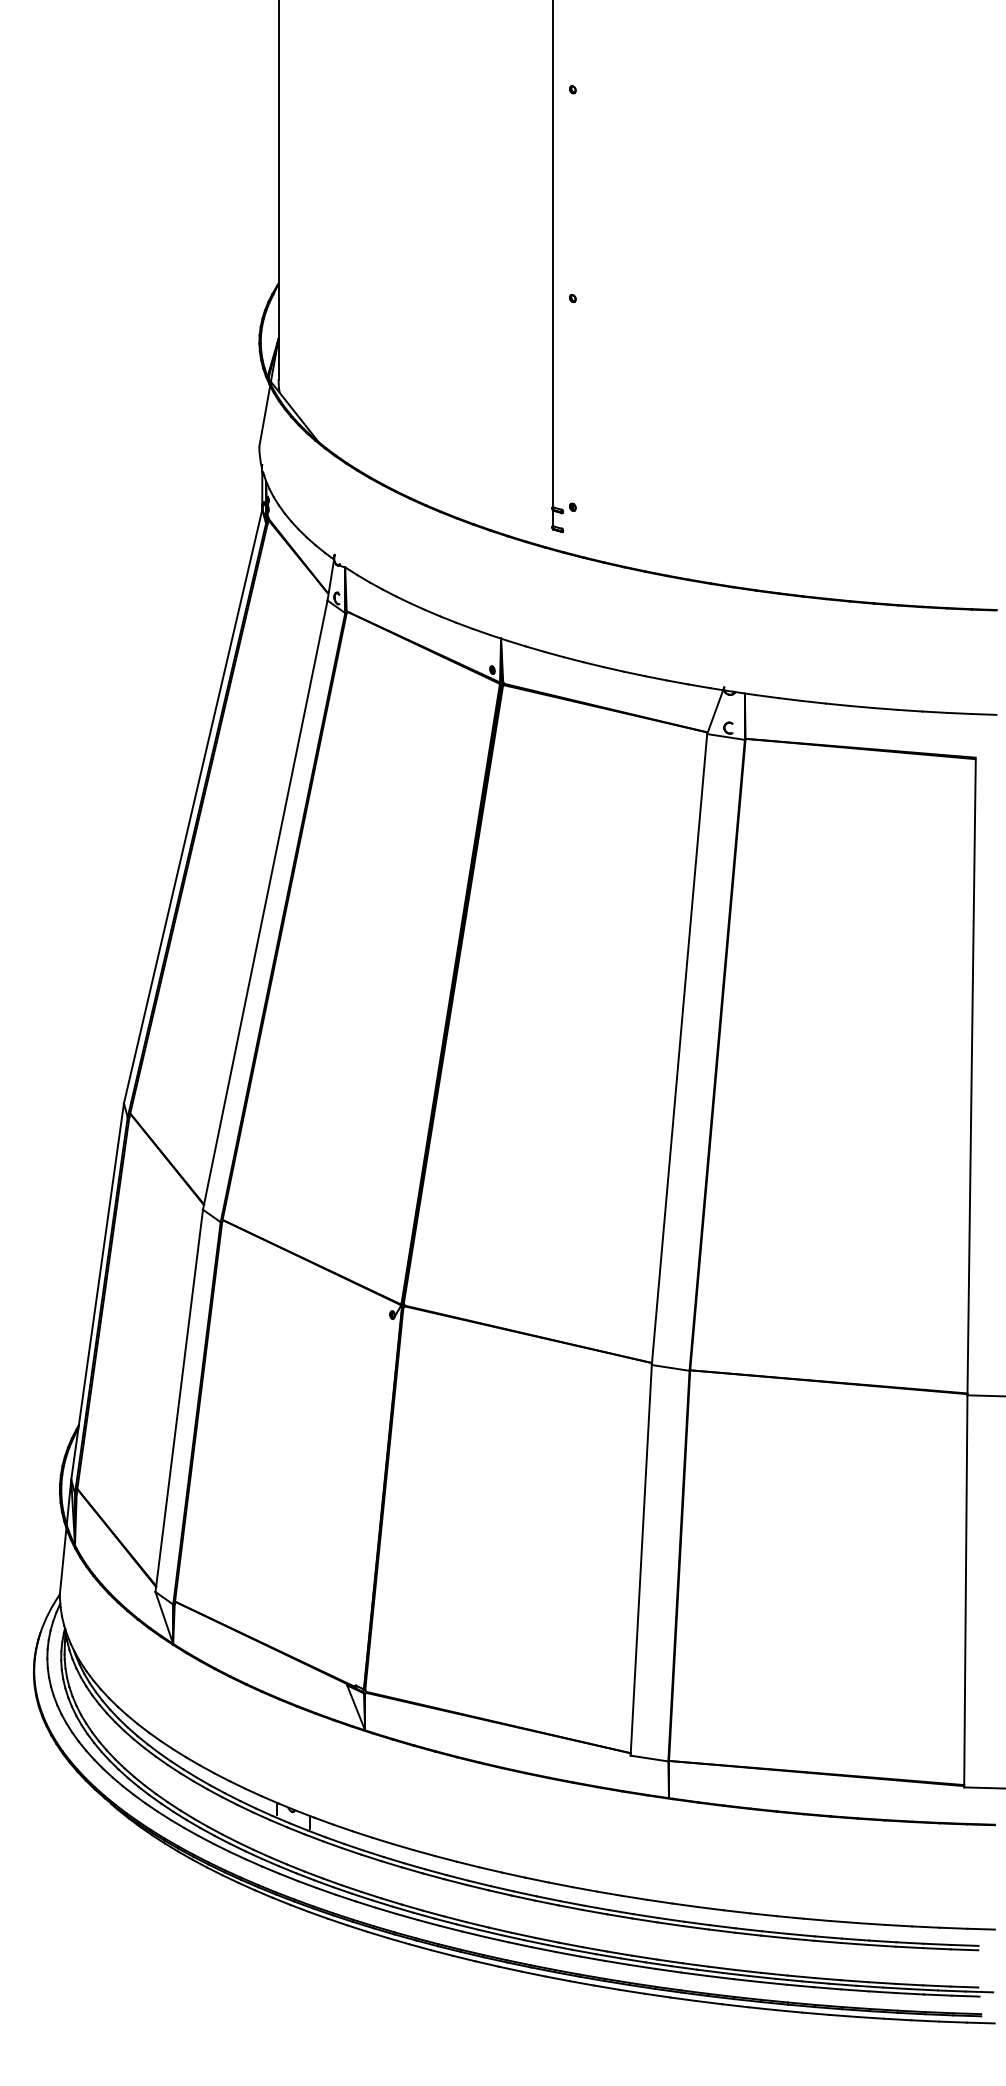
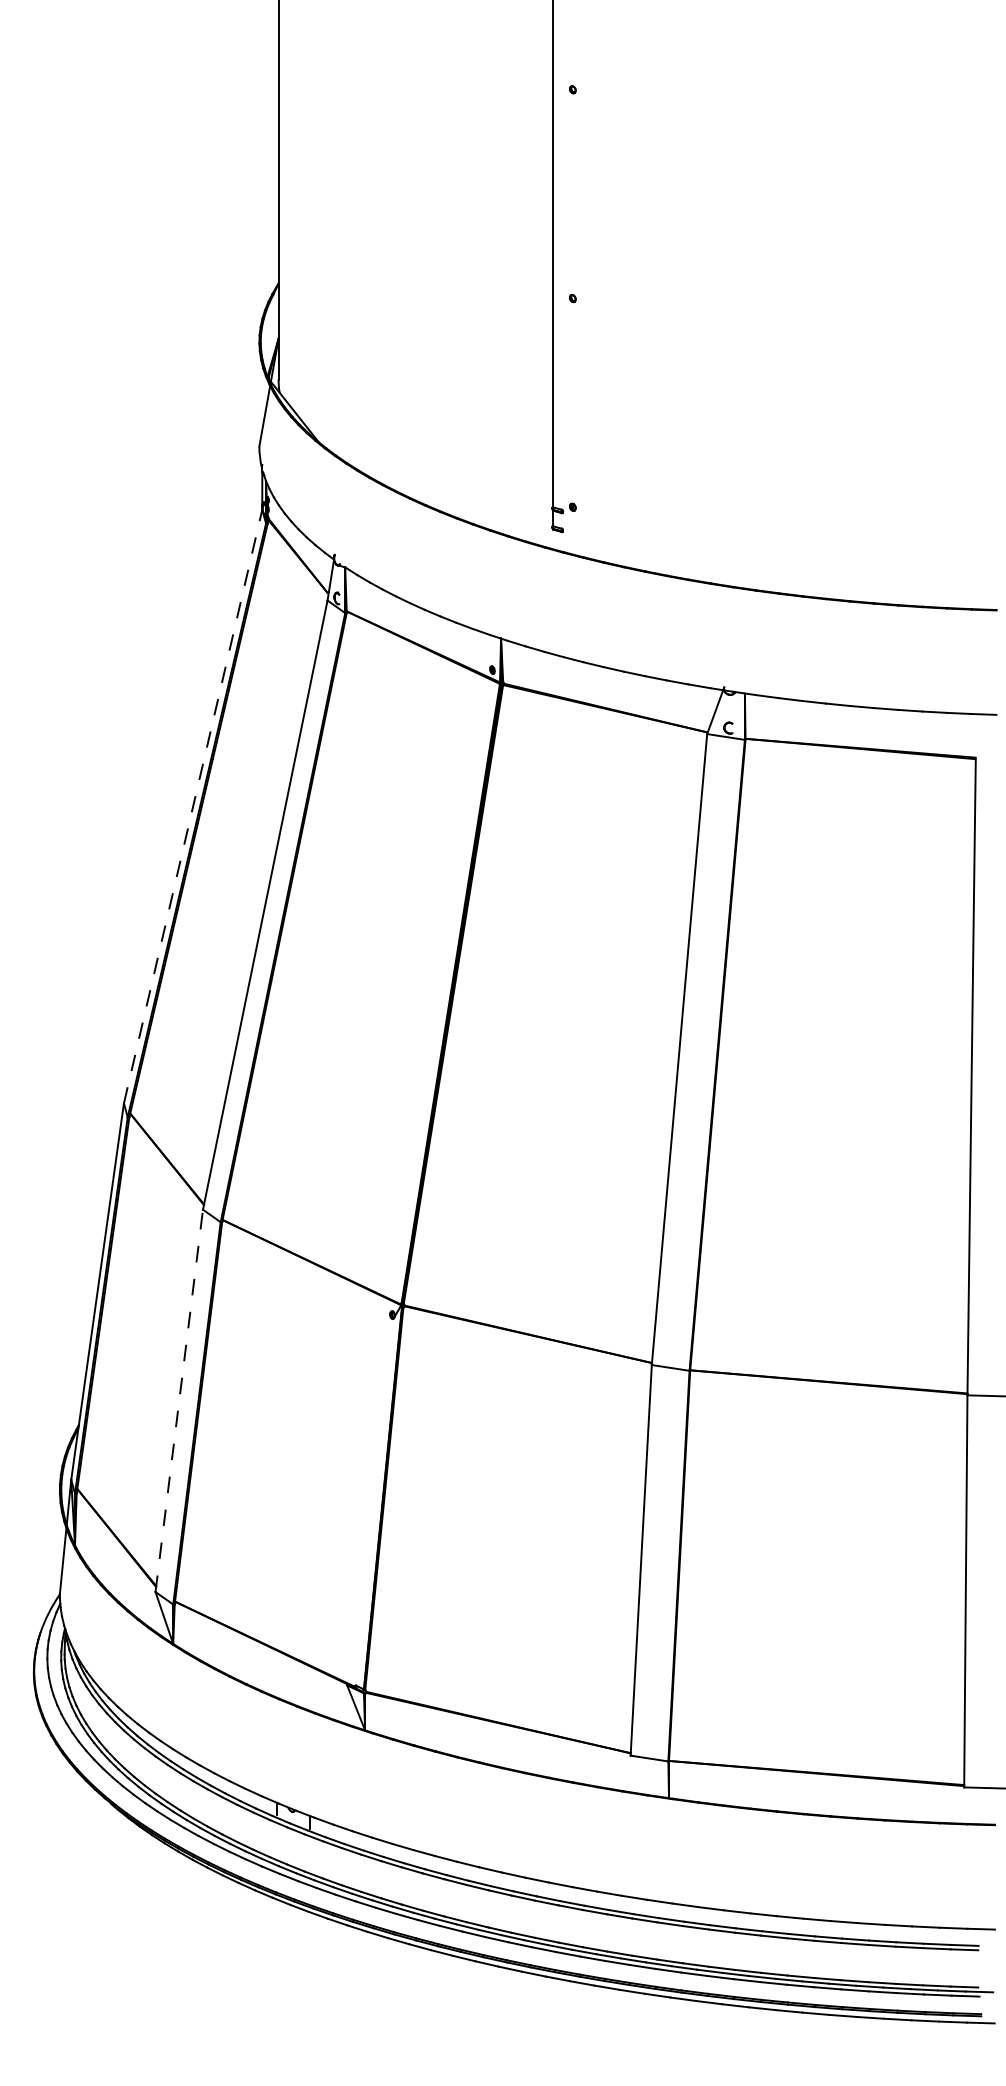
line at (193, 806): solid -> dashed
line at (179, 1400): solid -> dashed
